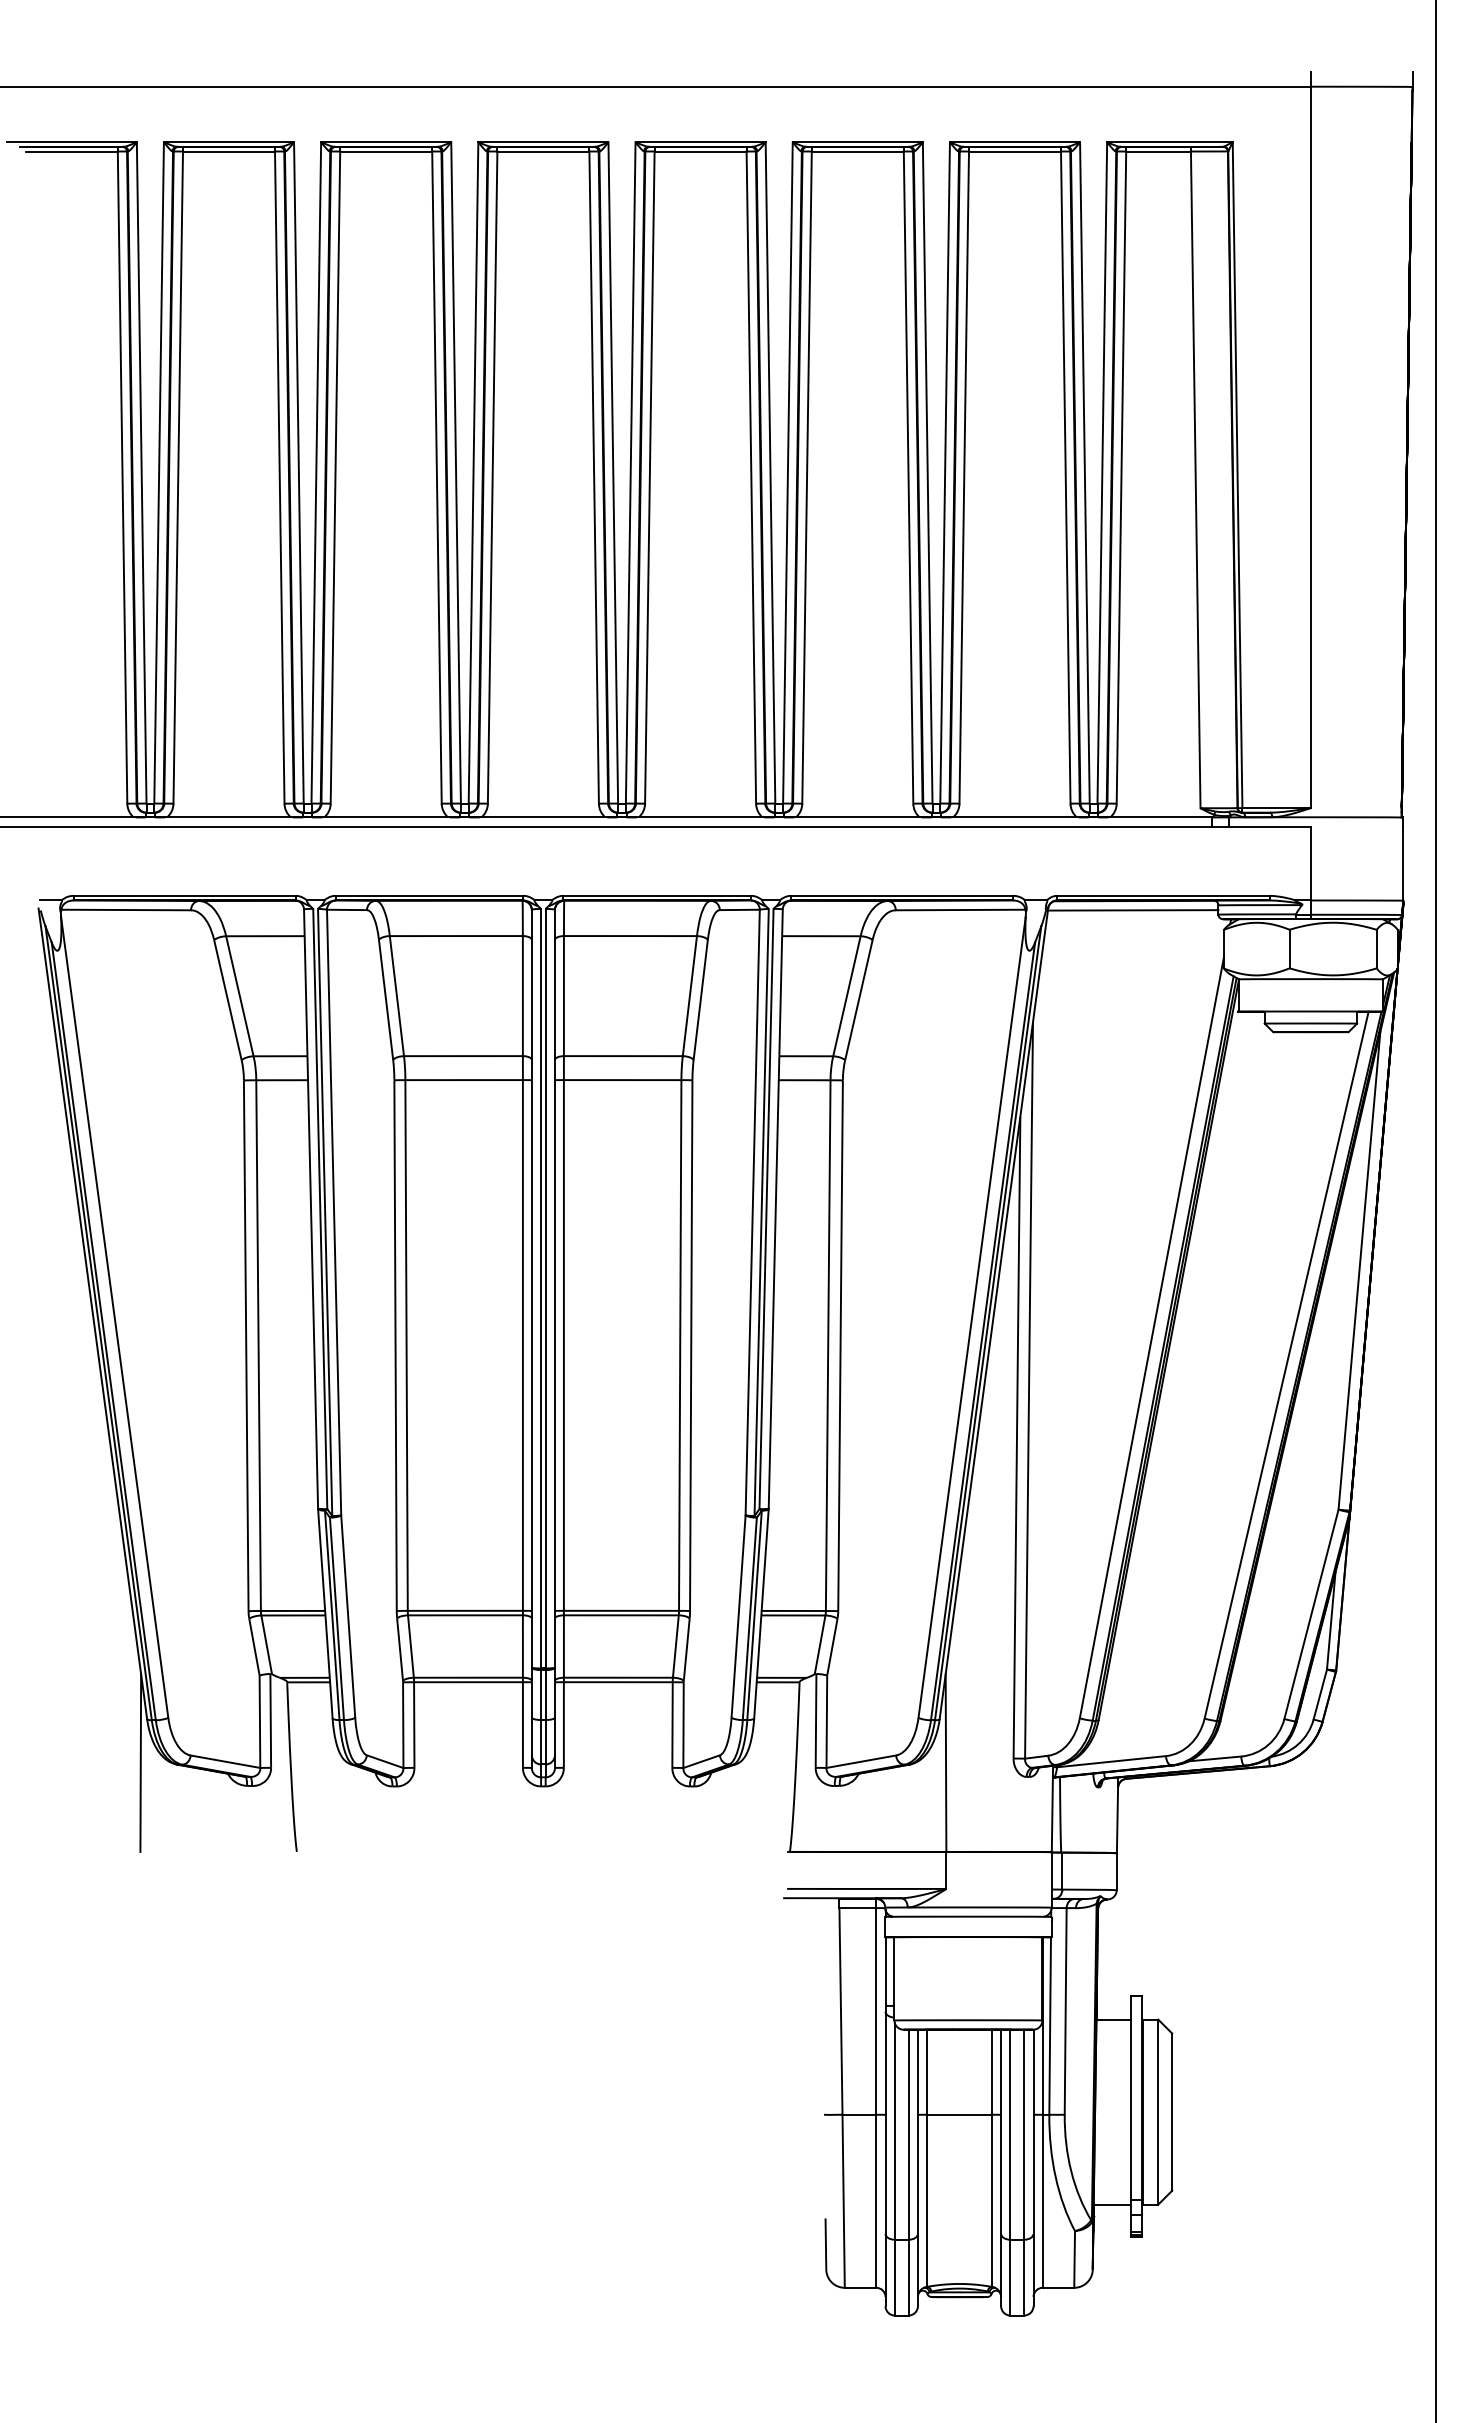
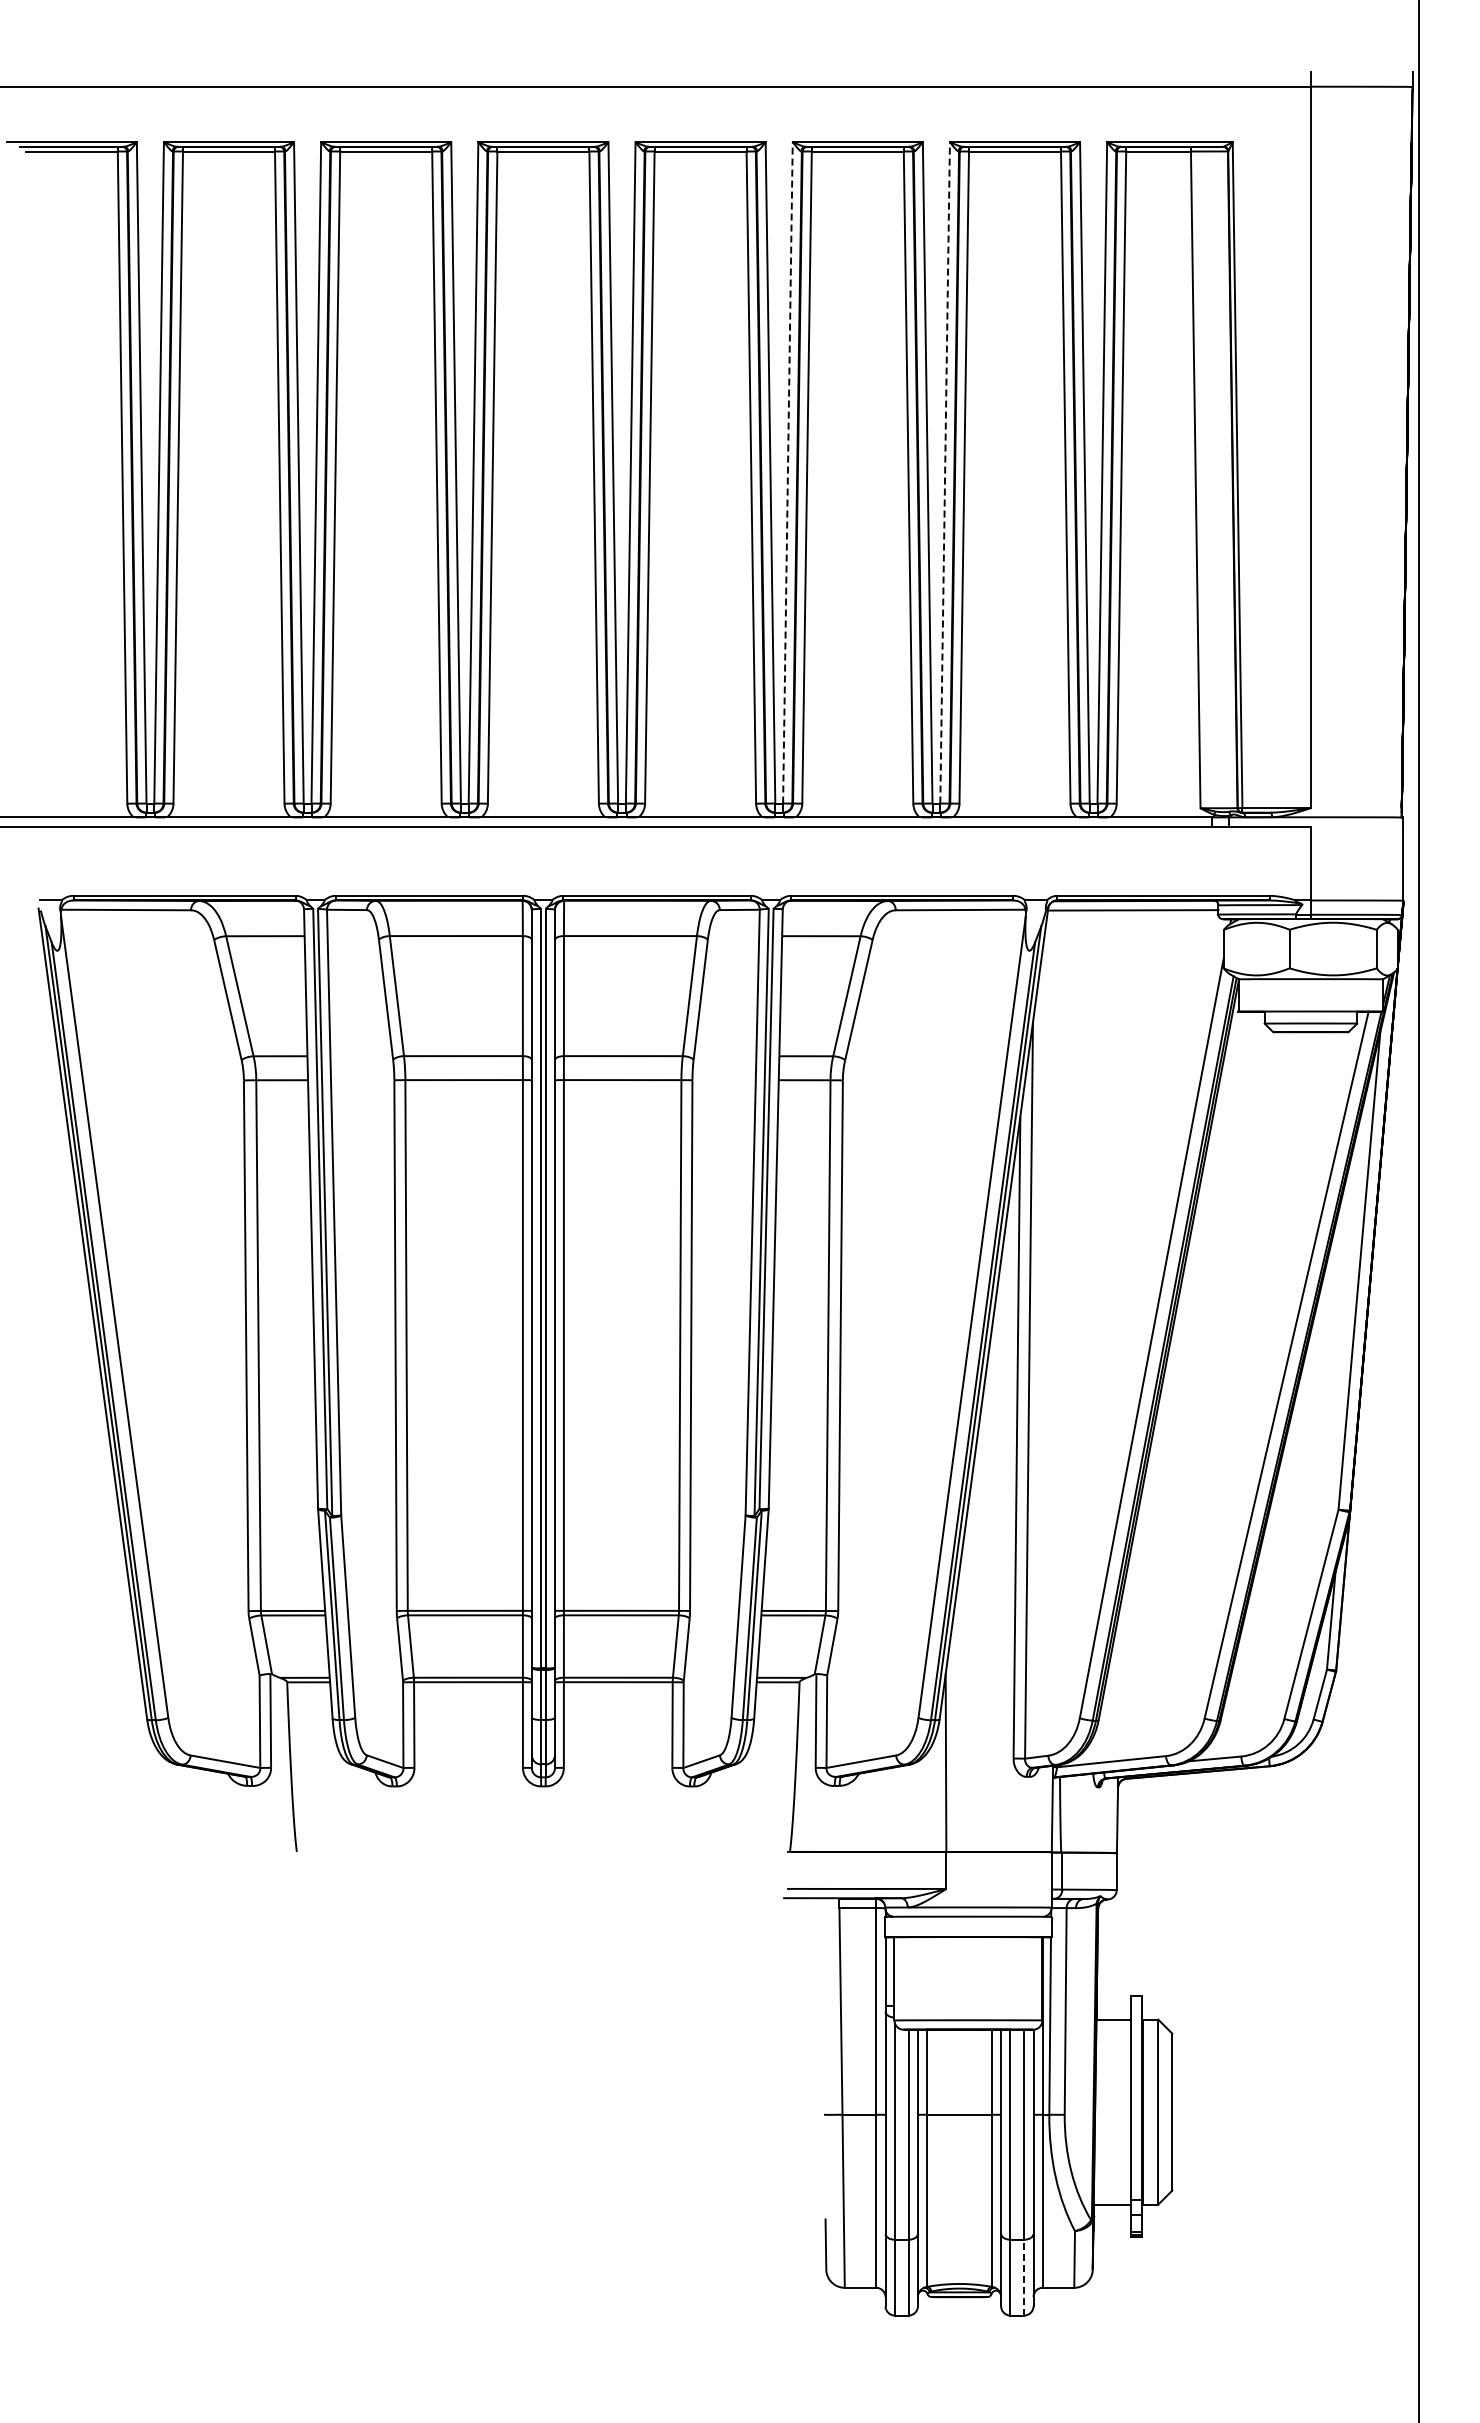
line at (787, 472): solid -> dashed
line at (945, 472): solid -> dashed
line at (1435, 1210) position: (1435, 1210) -> (1418, 1210)
line at (140, 1762): present -> none
line at (1024, 2277): solid -> dashed
